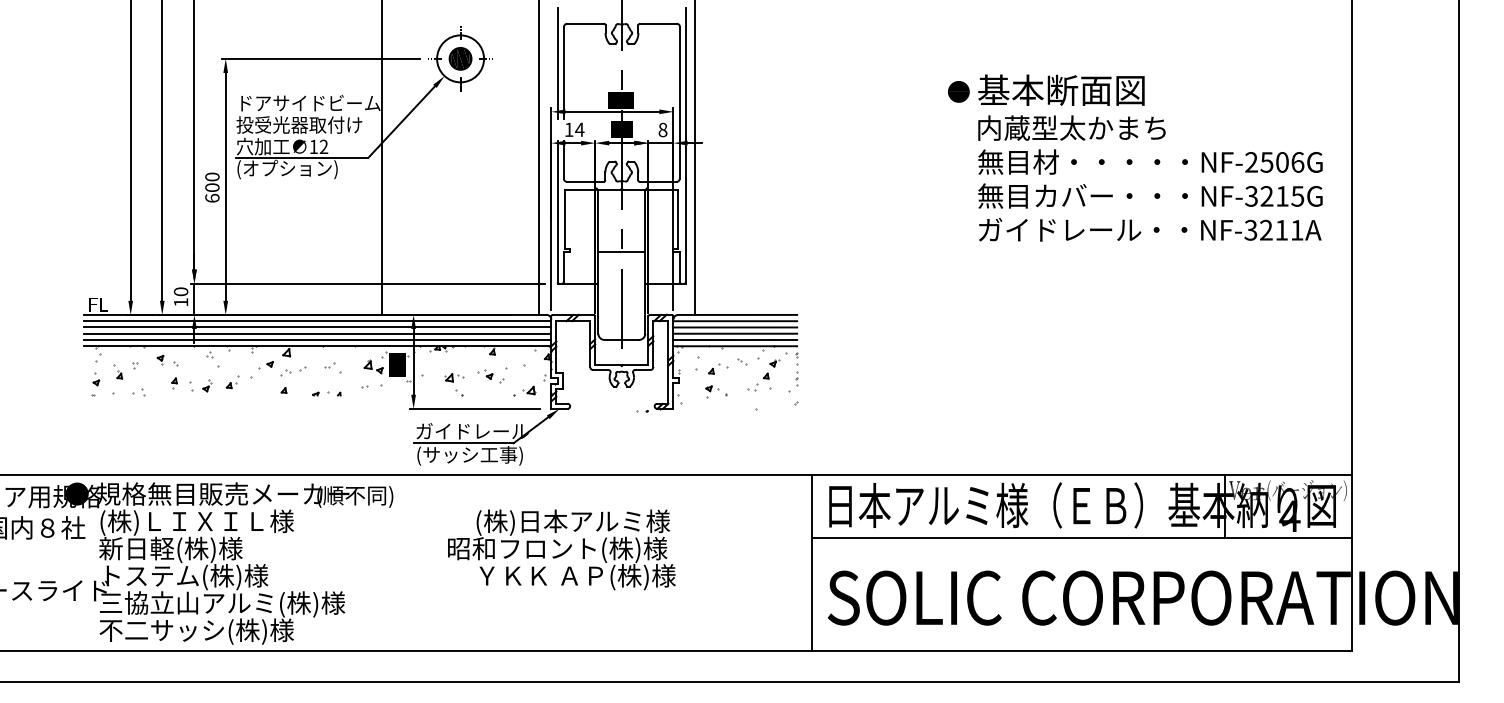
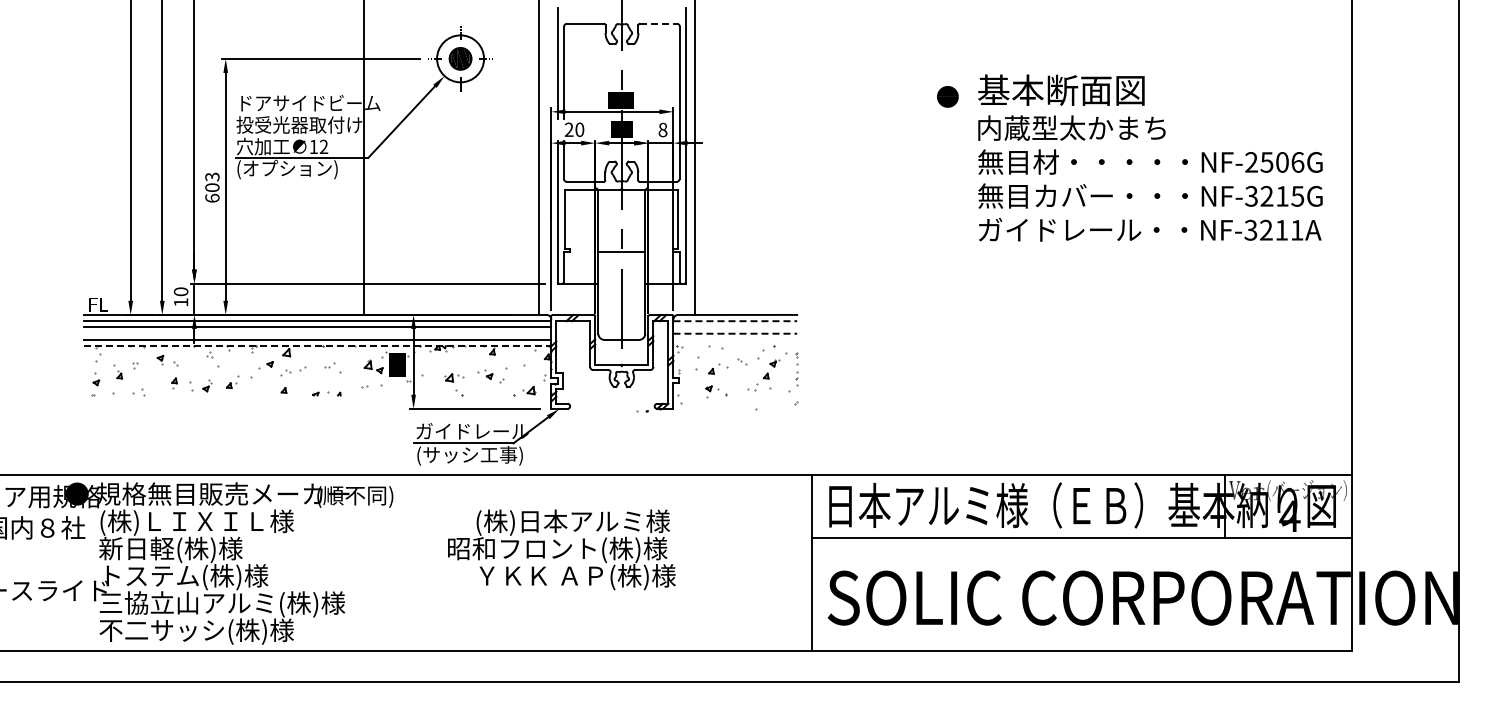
line at (658, 23): solid -> dashed
part at (958, 91) position: (958, 91) -> (947, 96)
text at (574, 129): 14 -> 20
line at (382, 158) position: (382, 158) -> (364, 158)
text at (212, 176): 600 -> 603
line at (735, 321): solid -> dashed
line at (735, 327): present -> none
line at (317, 333): present -> none
line at (735, 333): solid -> dashed
line at (735, 339): present -> none
line at (317, 346): solid -> dashed
line at (735, 346): present -> none
